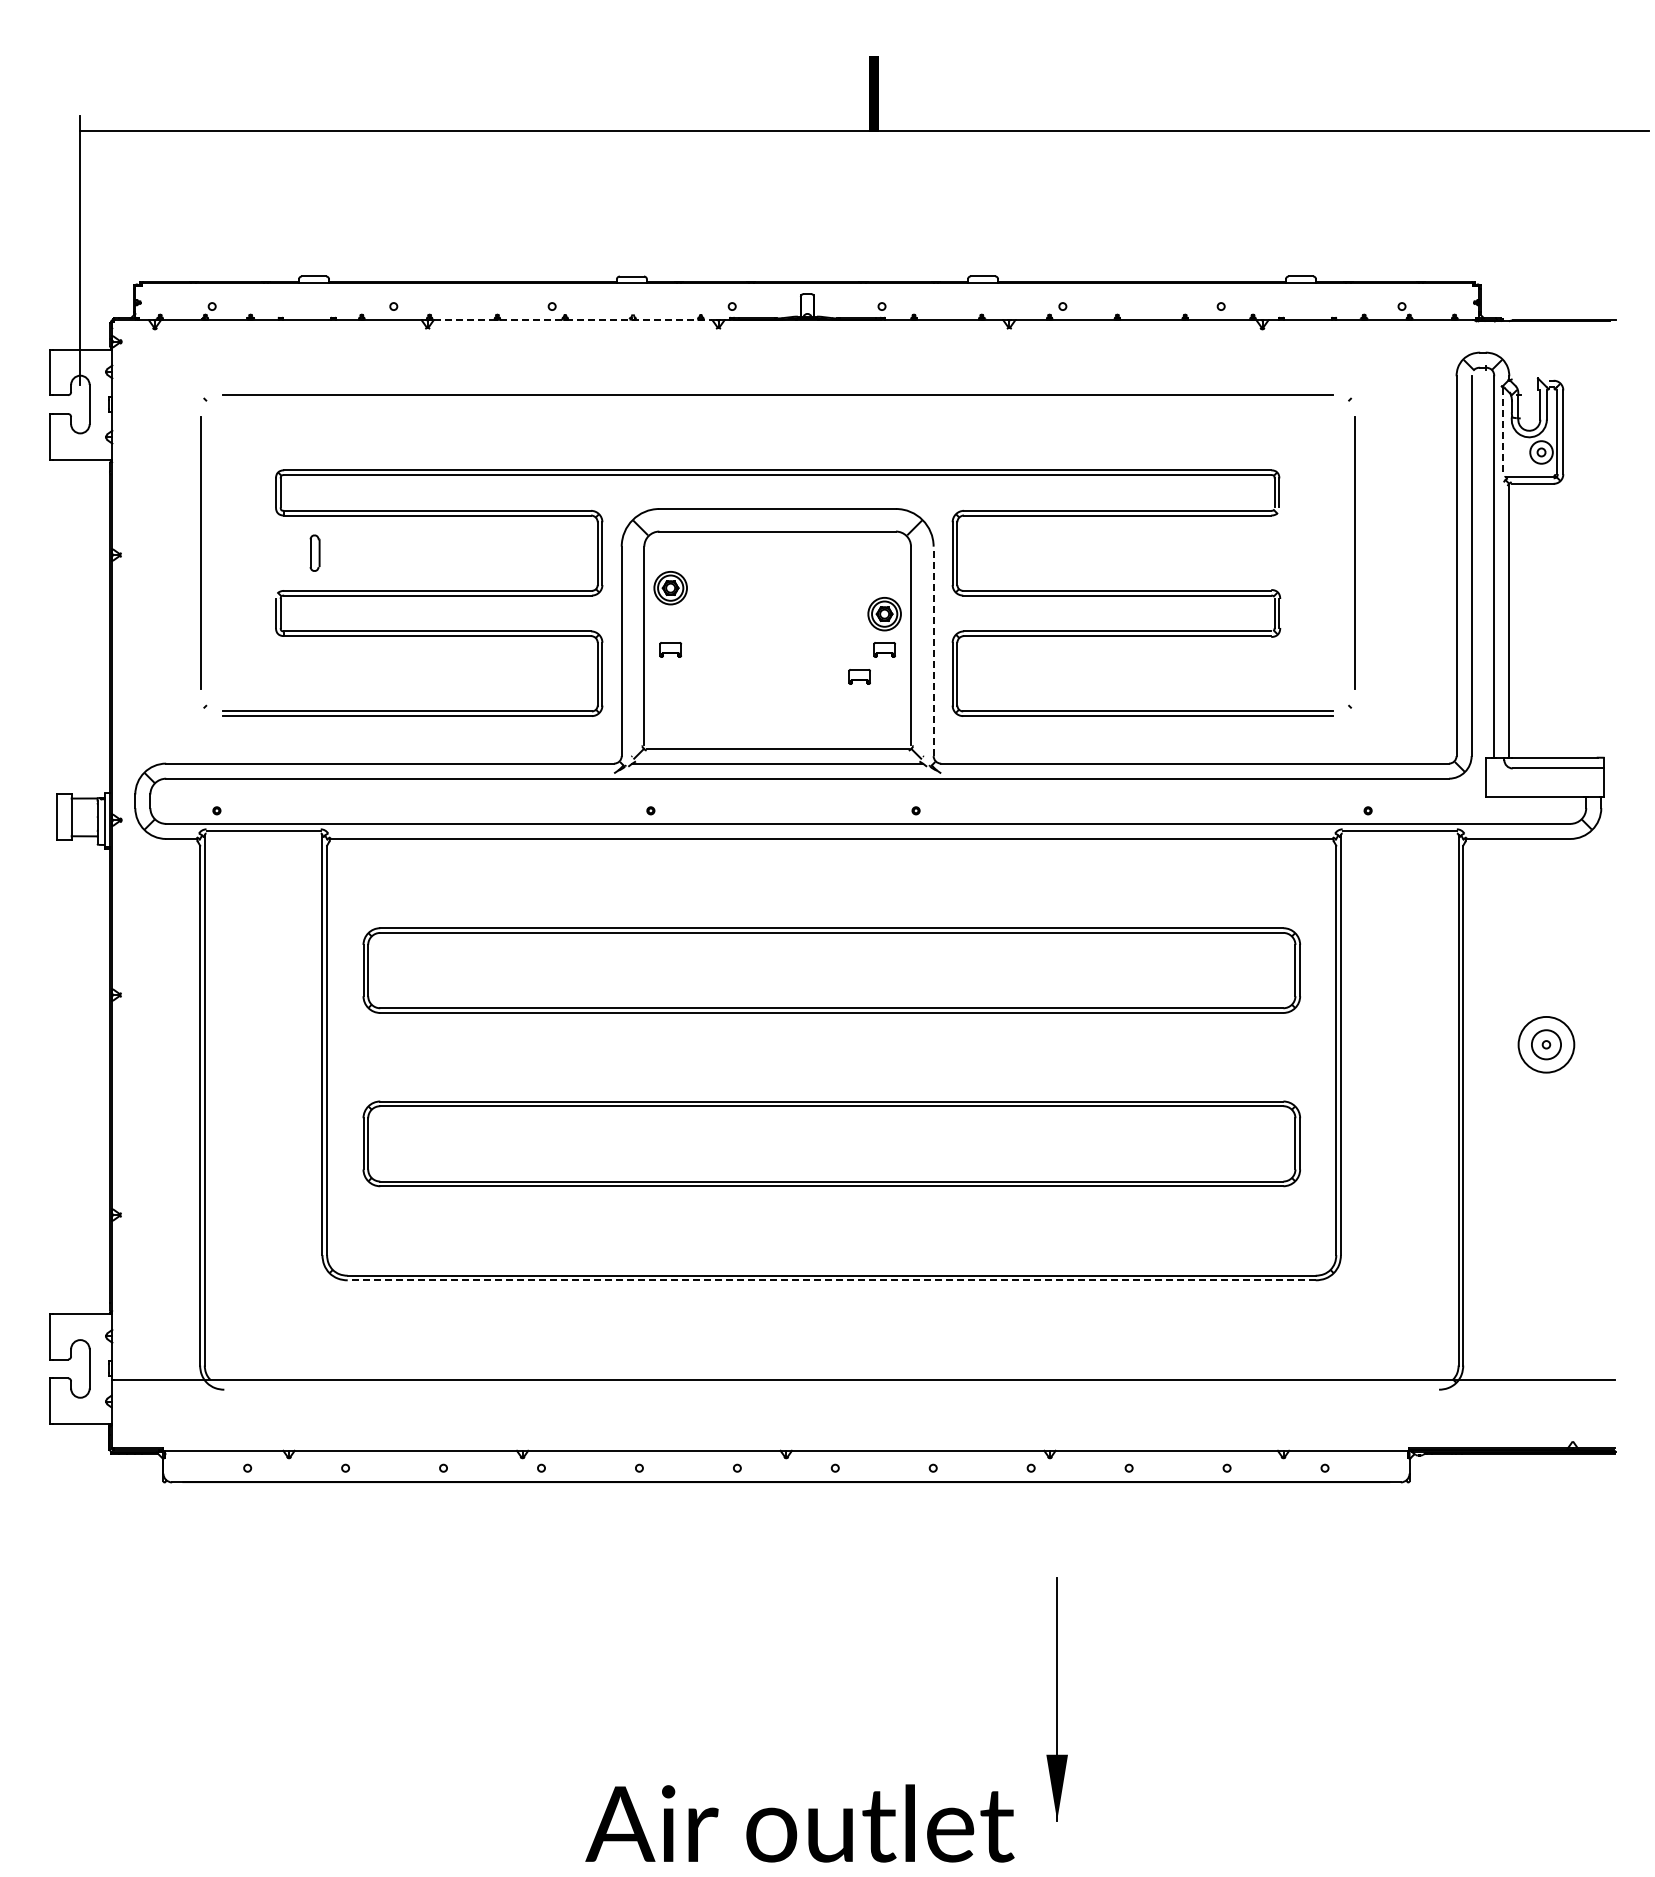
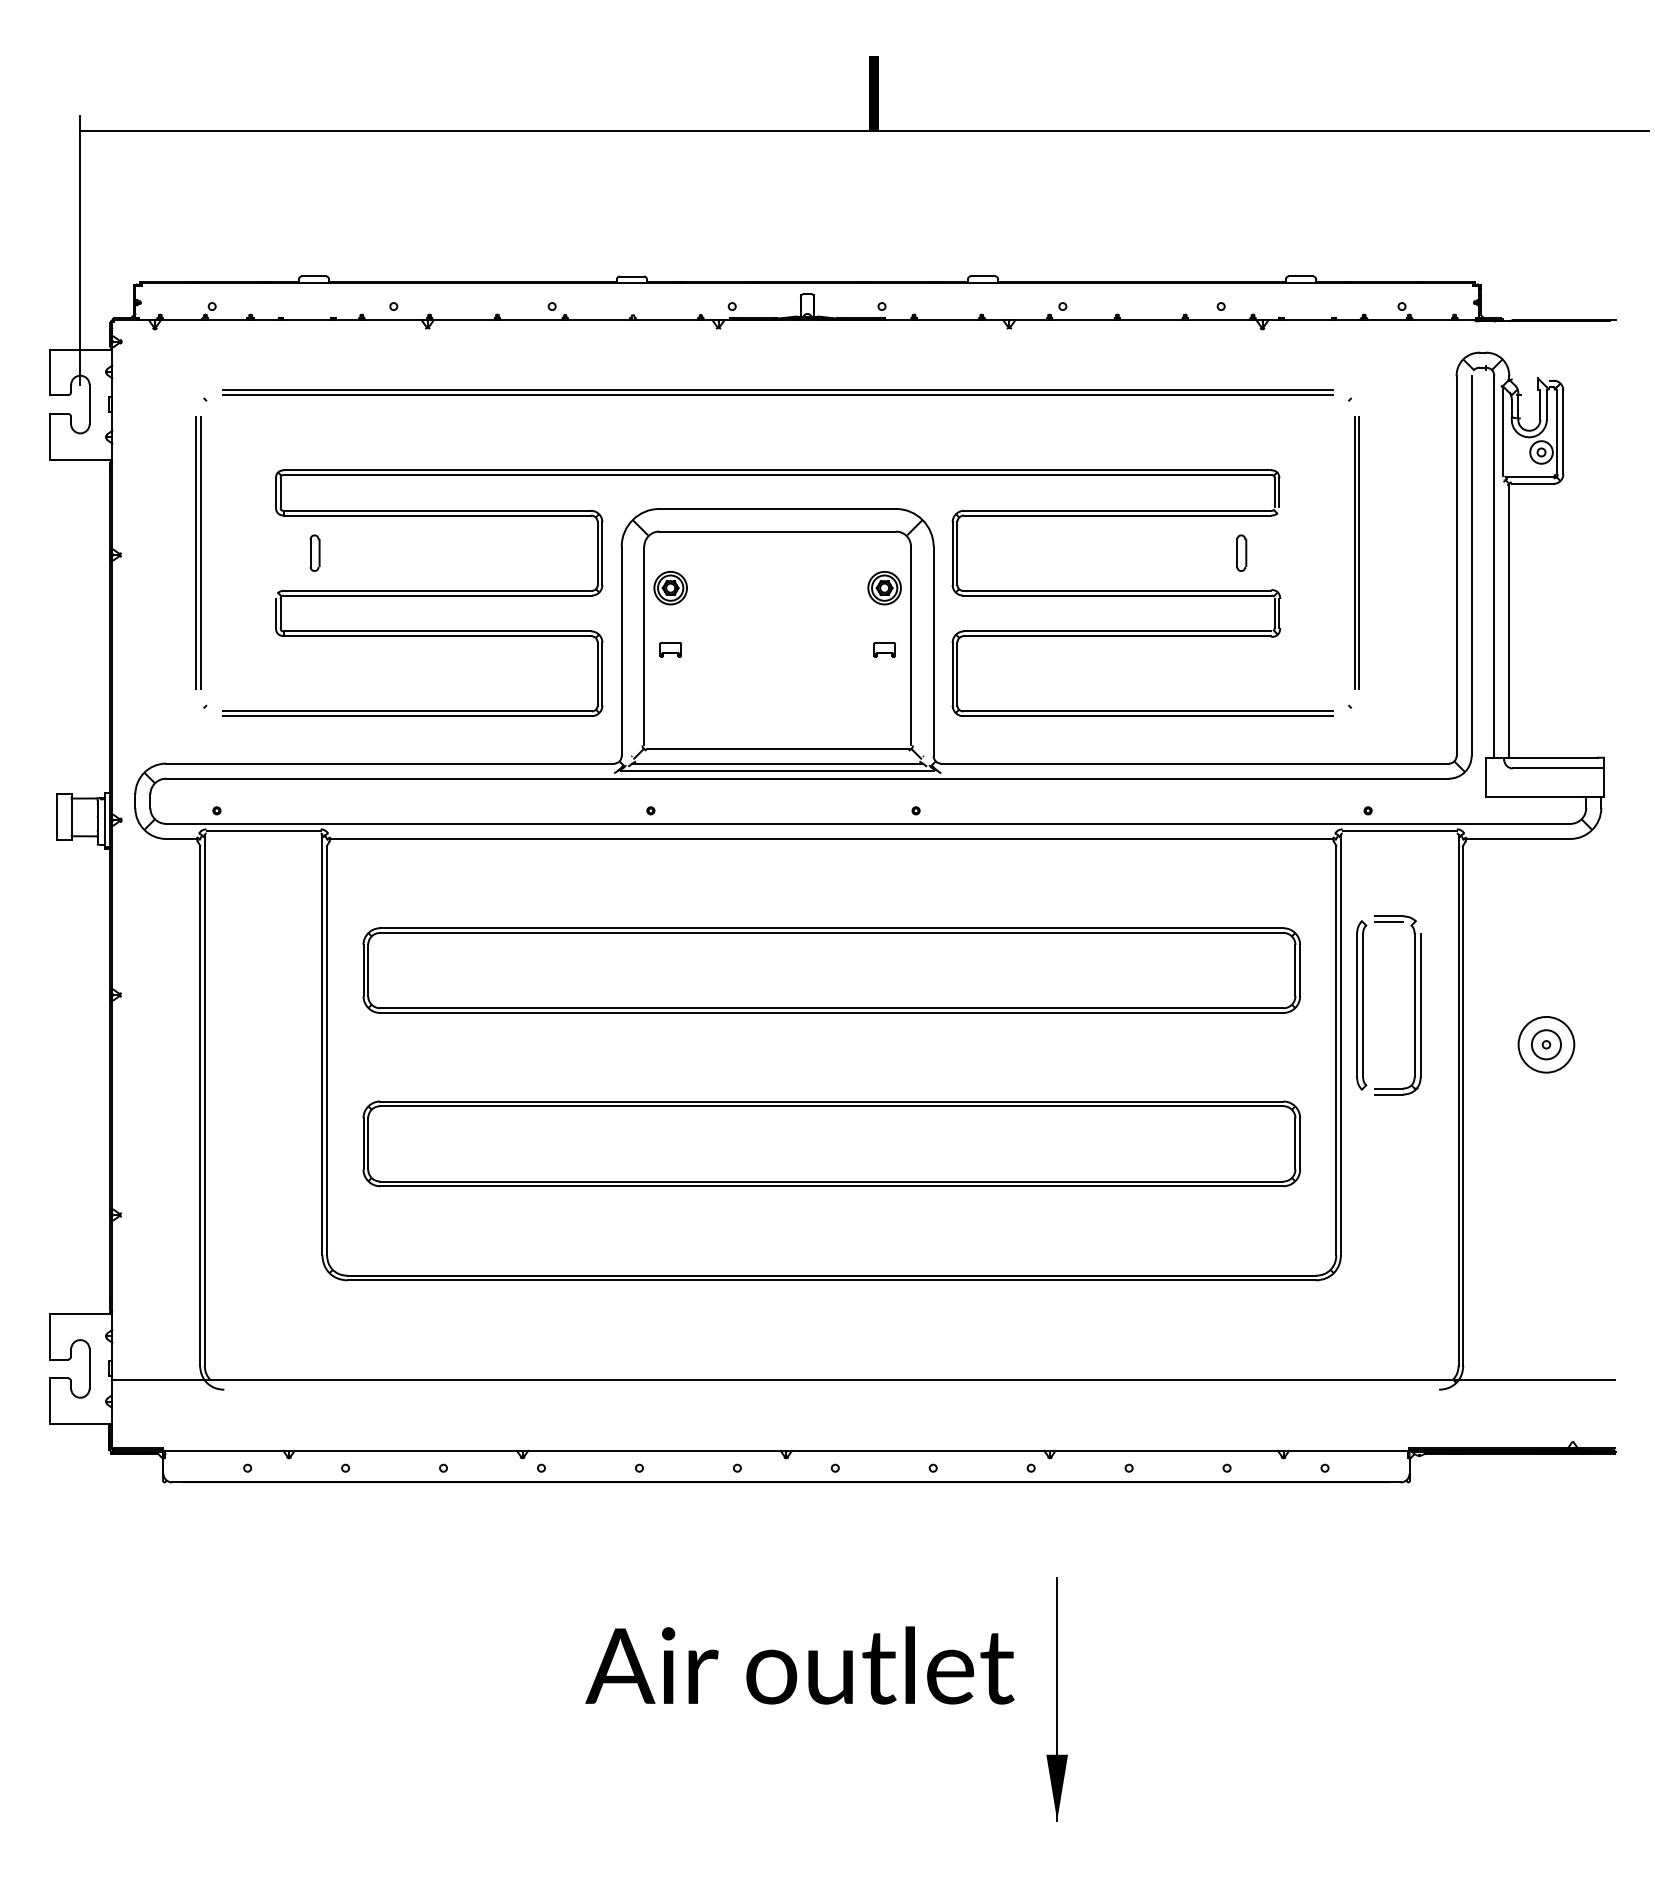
line at (573, 319): dashed -> solid
line at (777, 390): none -> present
line at (1502, 432): dashed -> solid
part at (1241, 552): none -> present
line at (195, 553): none -> present
line at (1359, 553): none -> present
part at (884, 614) position: (884, 614) -> (884, 588)
line at (933, 651): dashed -> solid
part at (859, 676): present -> none
line at (777, 771): none -> present
part at (1363, 1005): none -> present
line at (831, 1280): dashed -> solid
text at (799, 1823) position: (799, 1823) -> (799, 1665)
